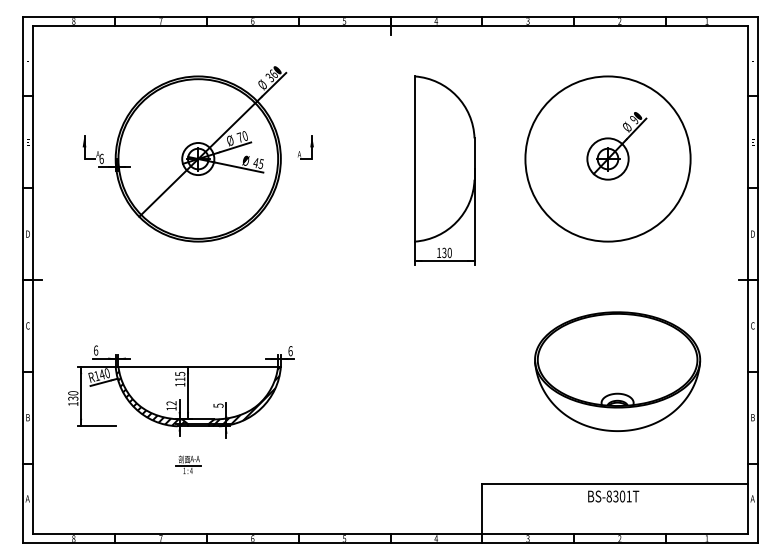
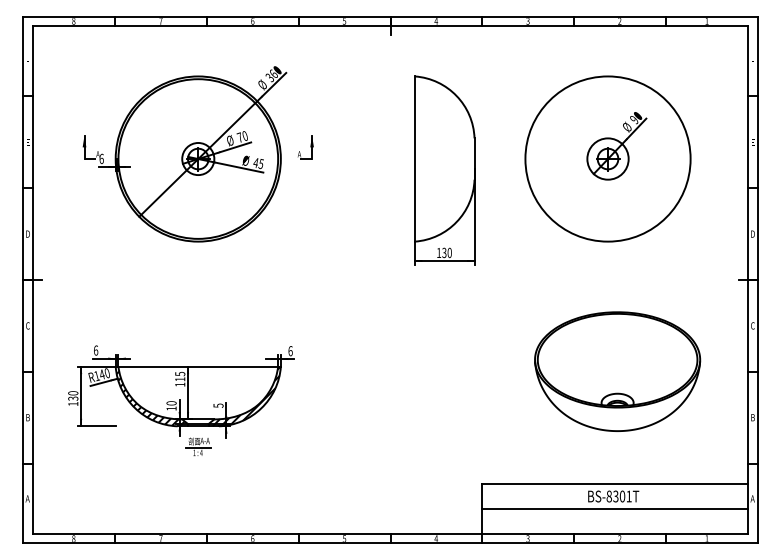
text at (171, 403): 12 -> 10
part at (188, 464) position: (188, 464) -> (198, 446)
line at (615, 509): none -> present
